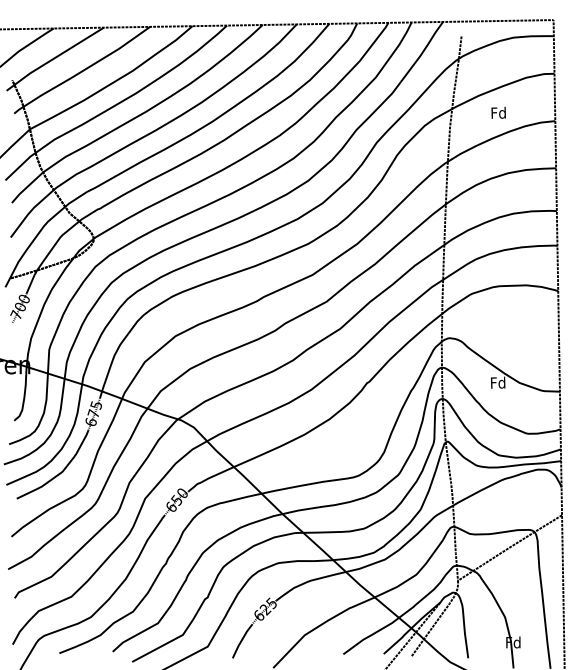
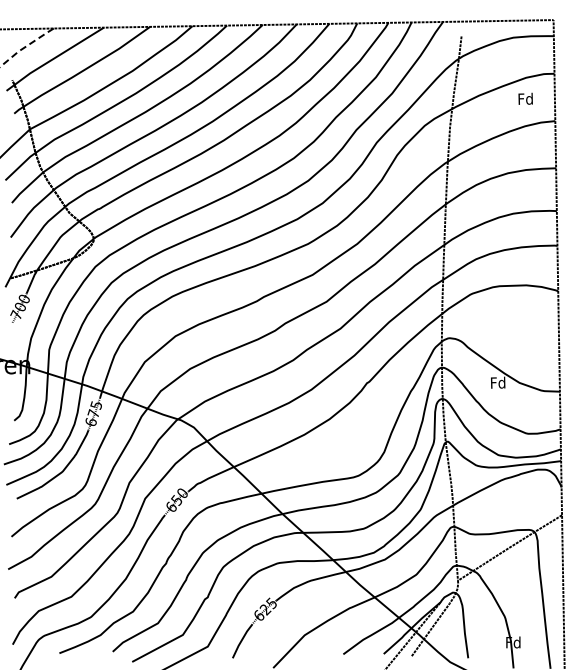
line at (25, 46): solid -> dashed
text at (498, 112) position: (498, 112) -> (525, 98)
